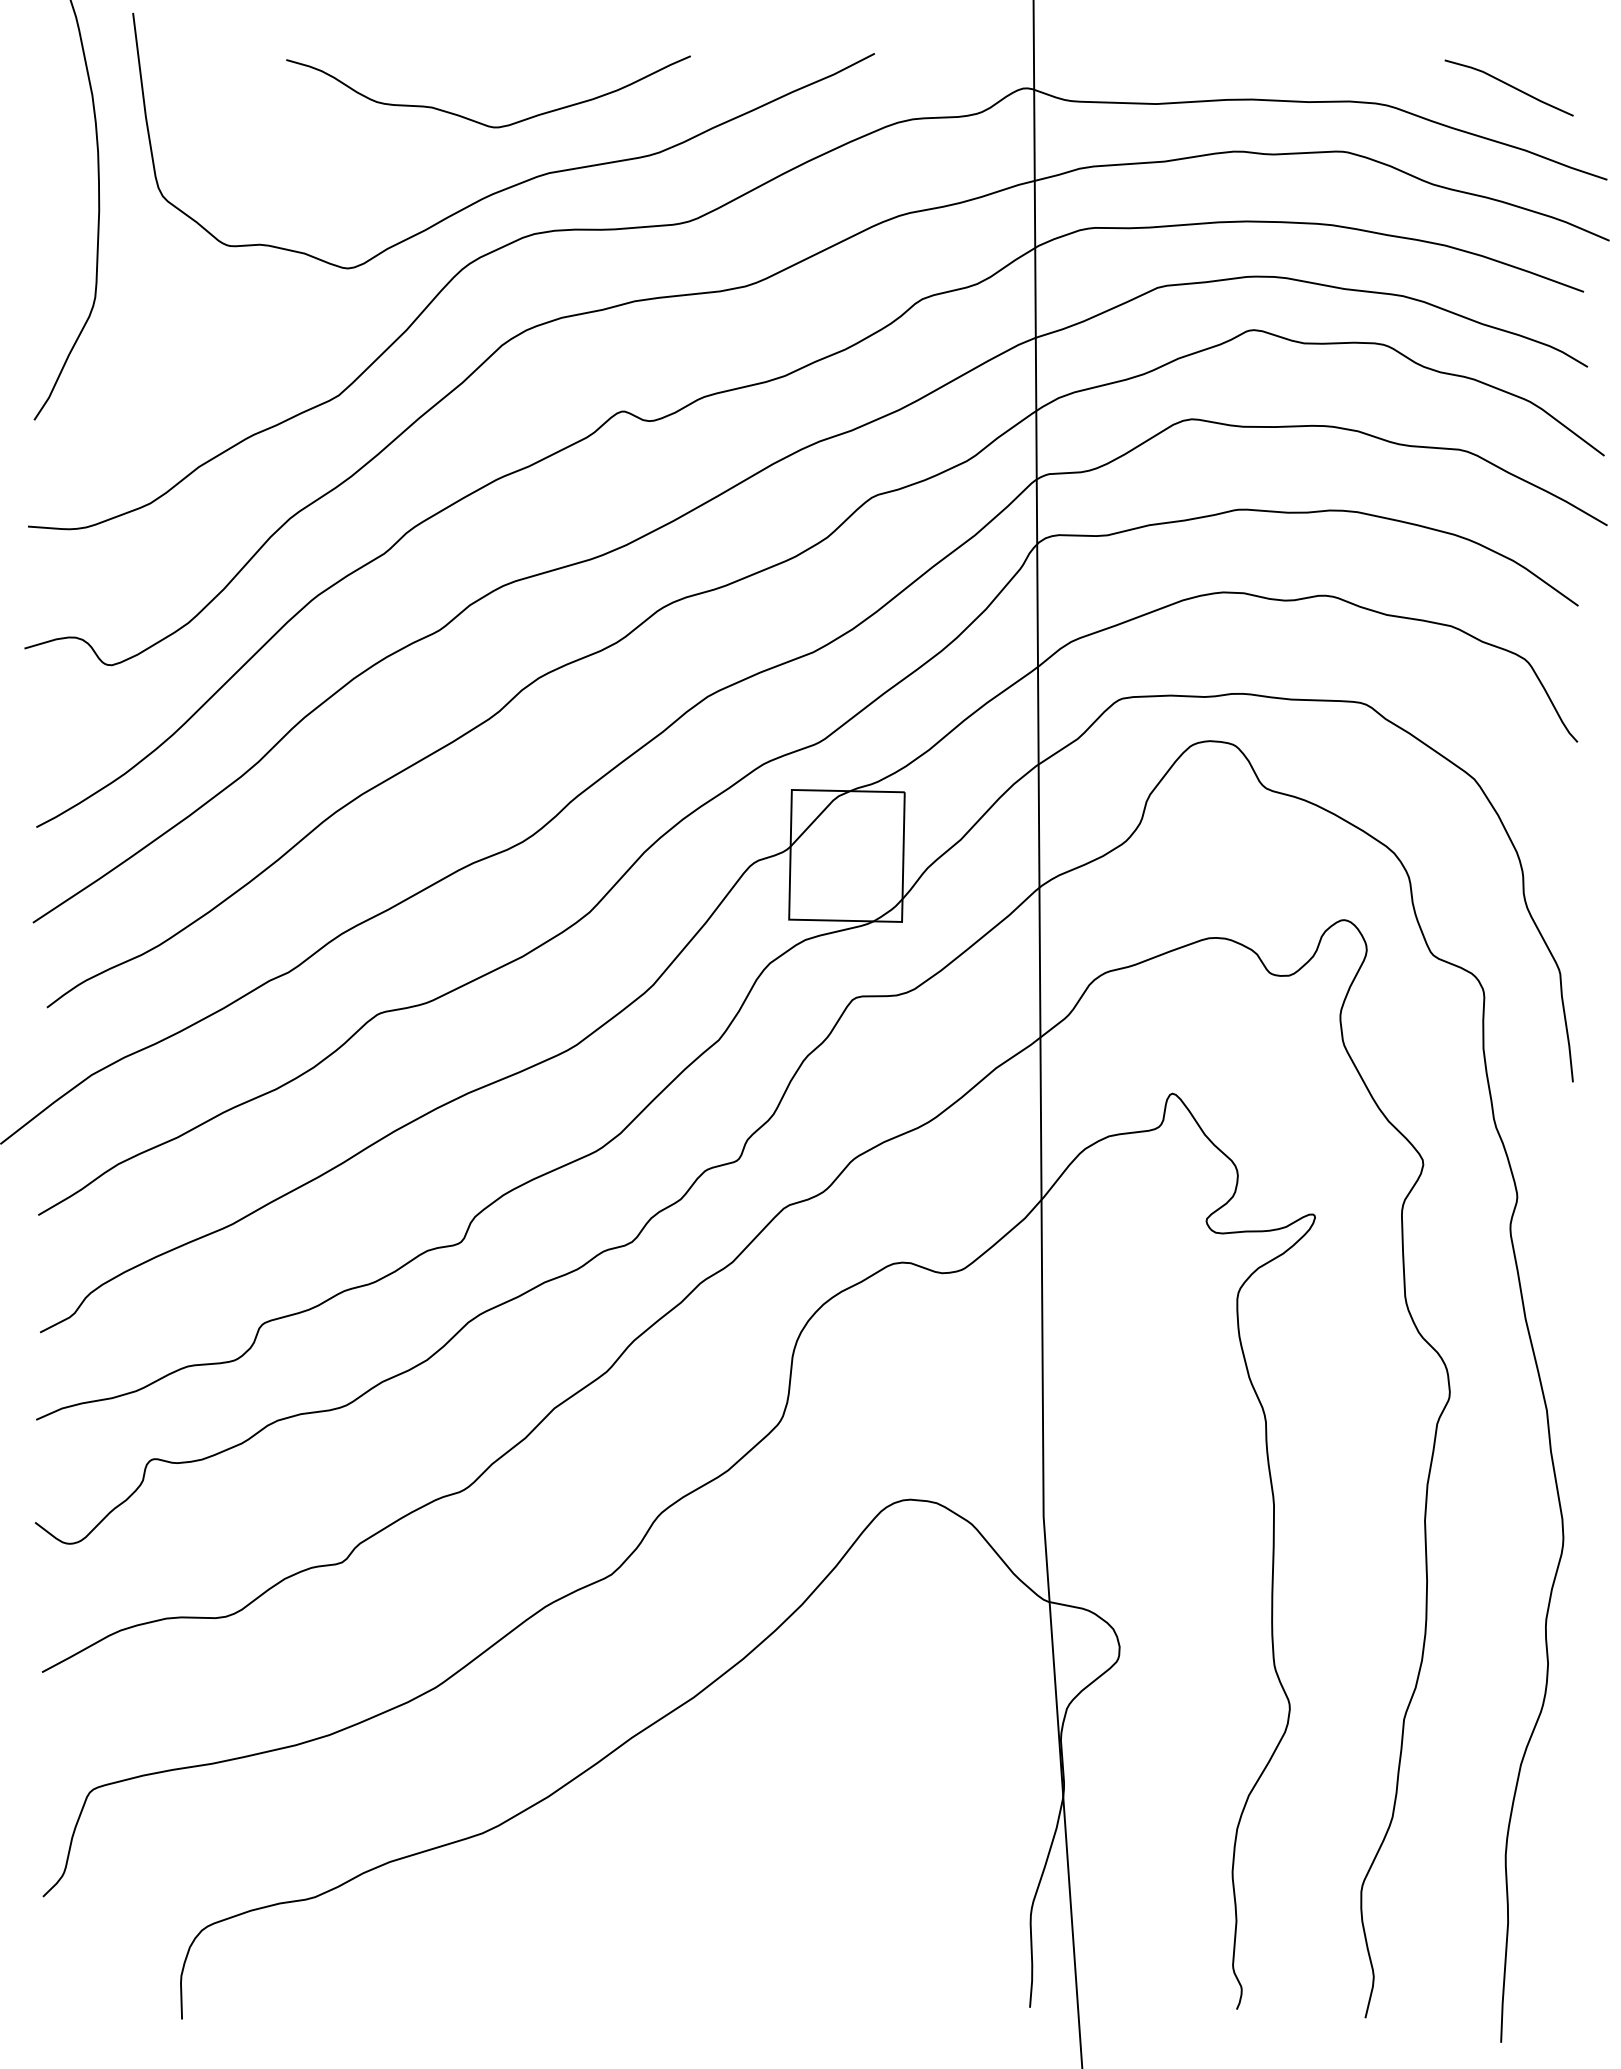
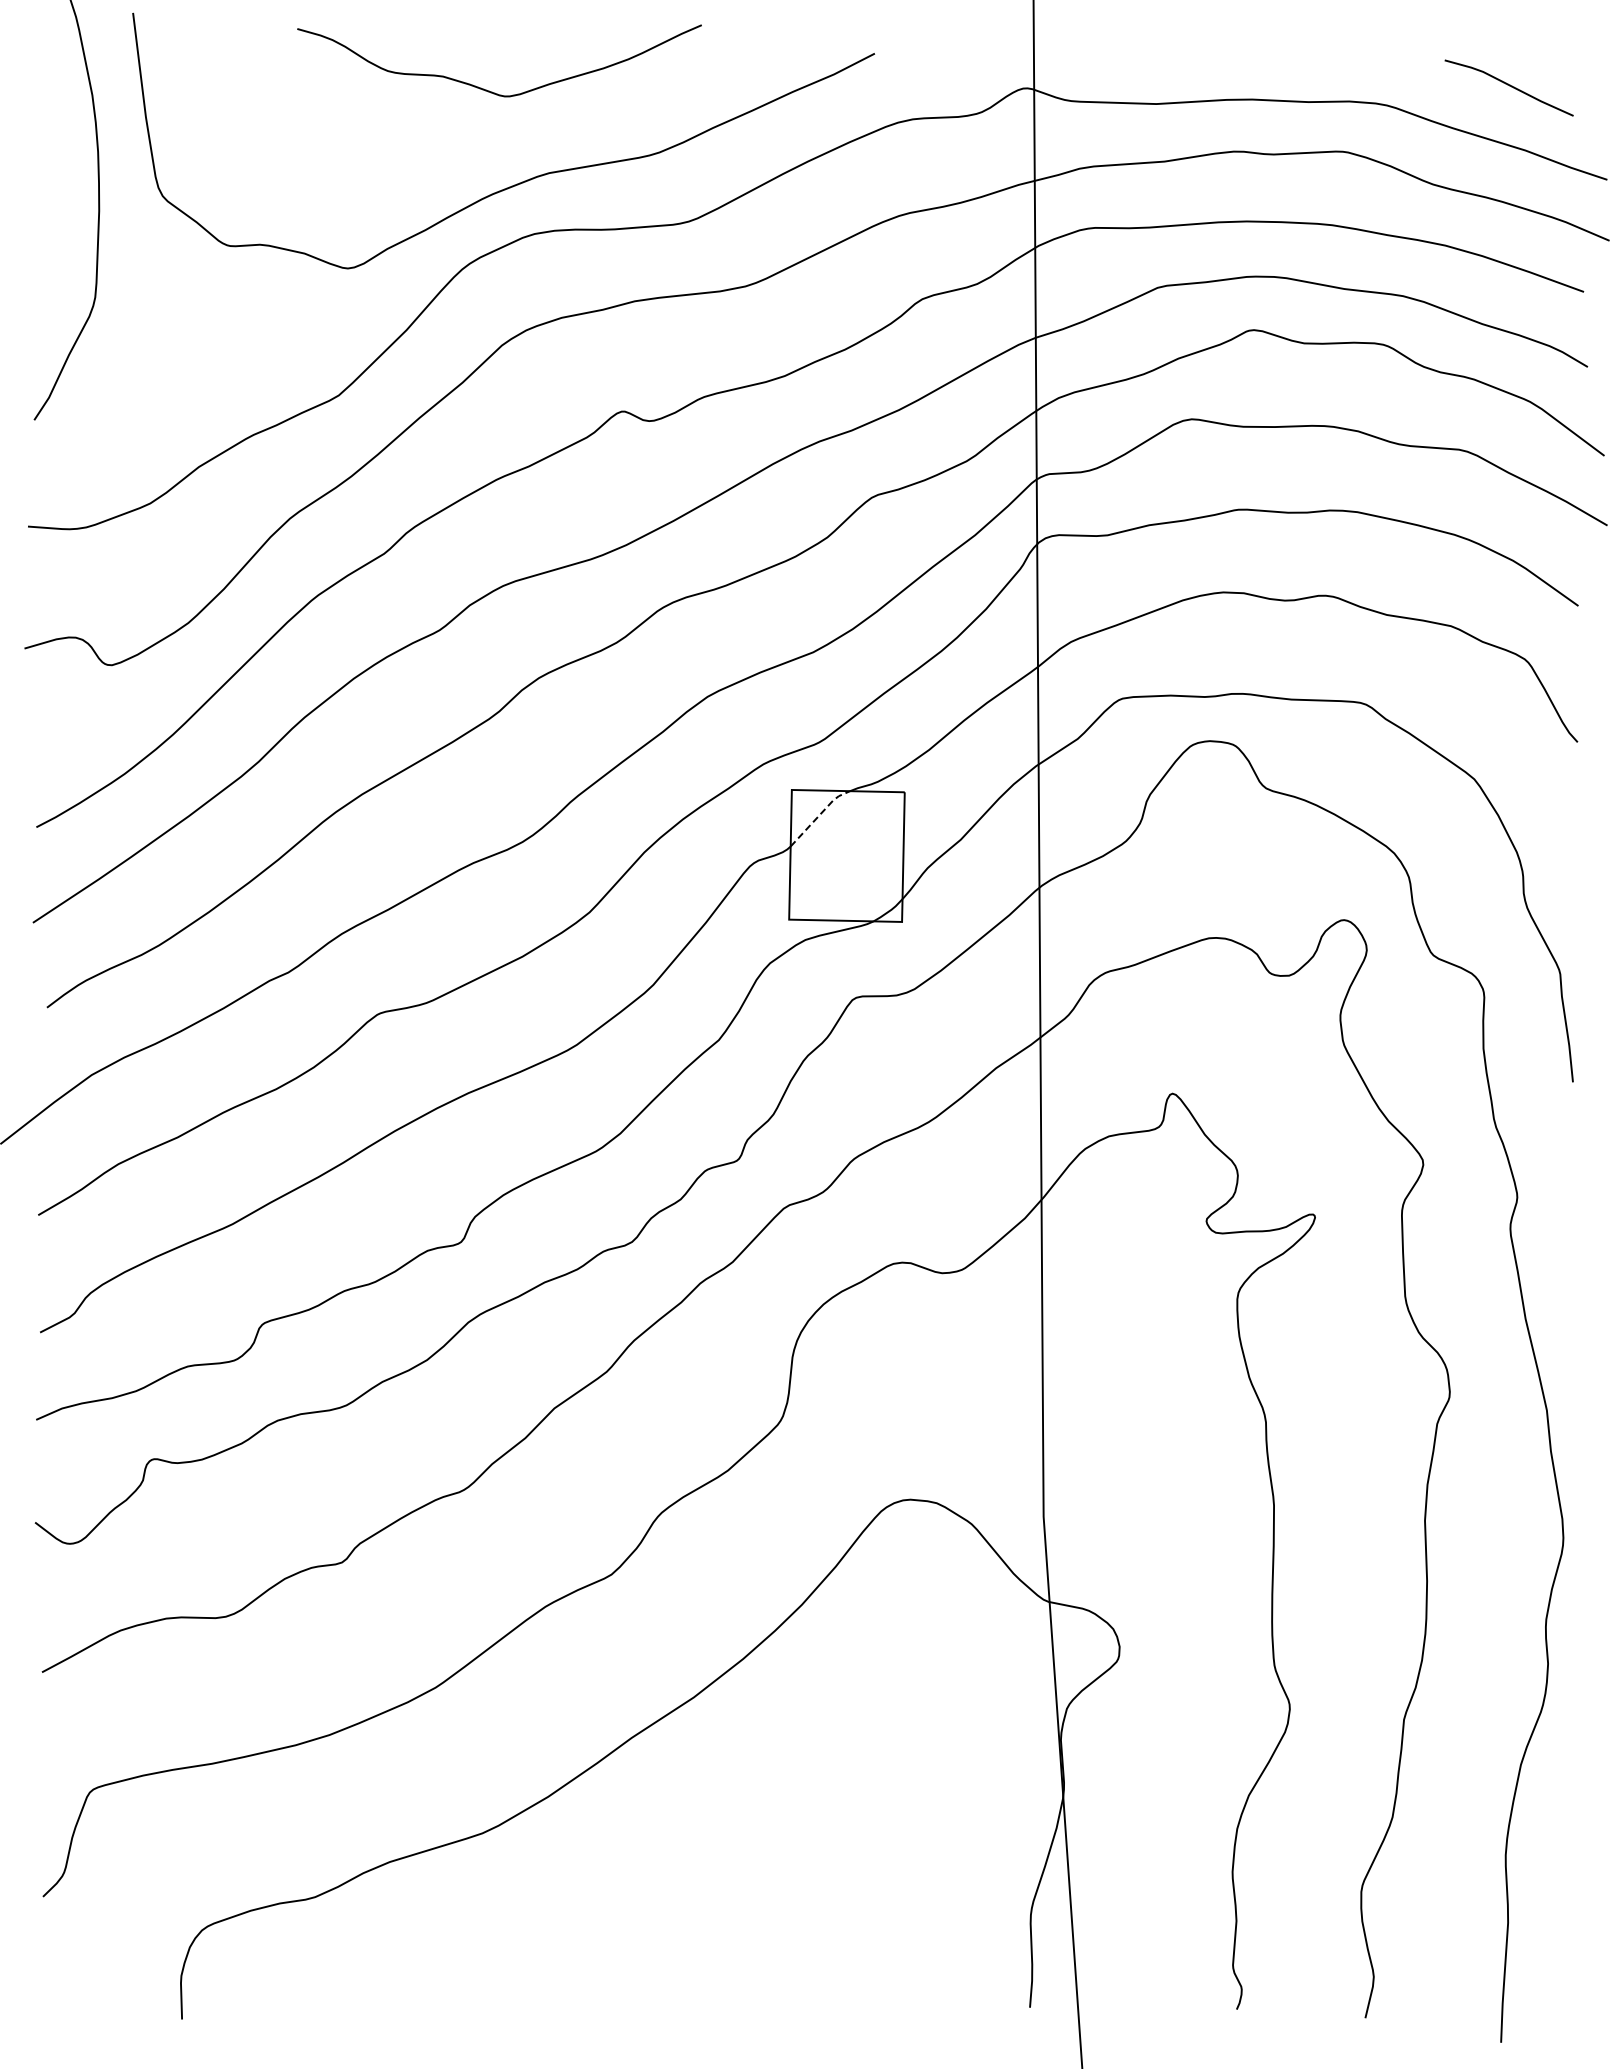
curve at (478, 121) position: (478, 121) -> (489, 90)
line at (819, 815): solid -> dashed
